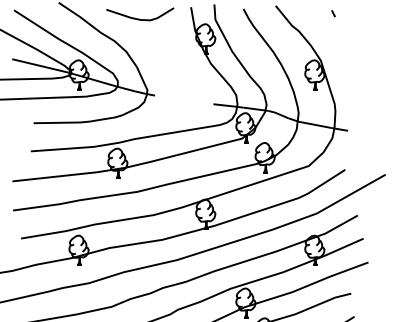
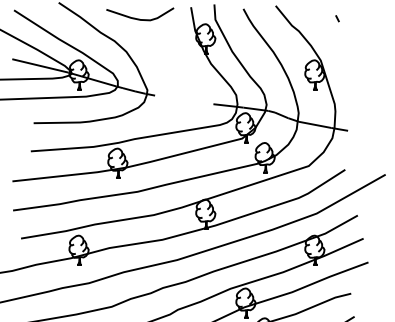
line at (333, 13) position: (333, 13) -> (337, 18)
